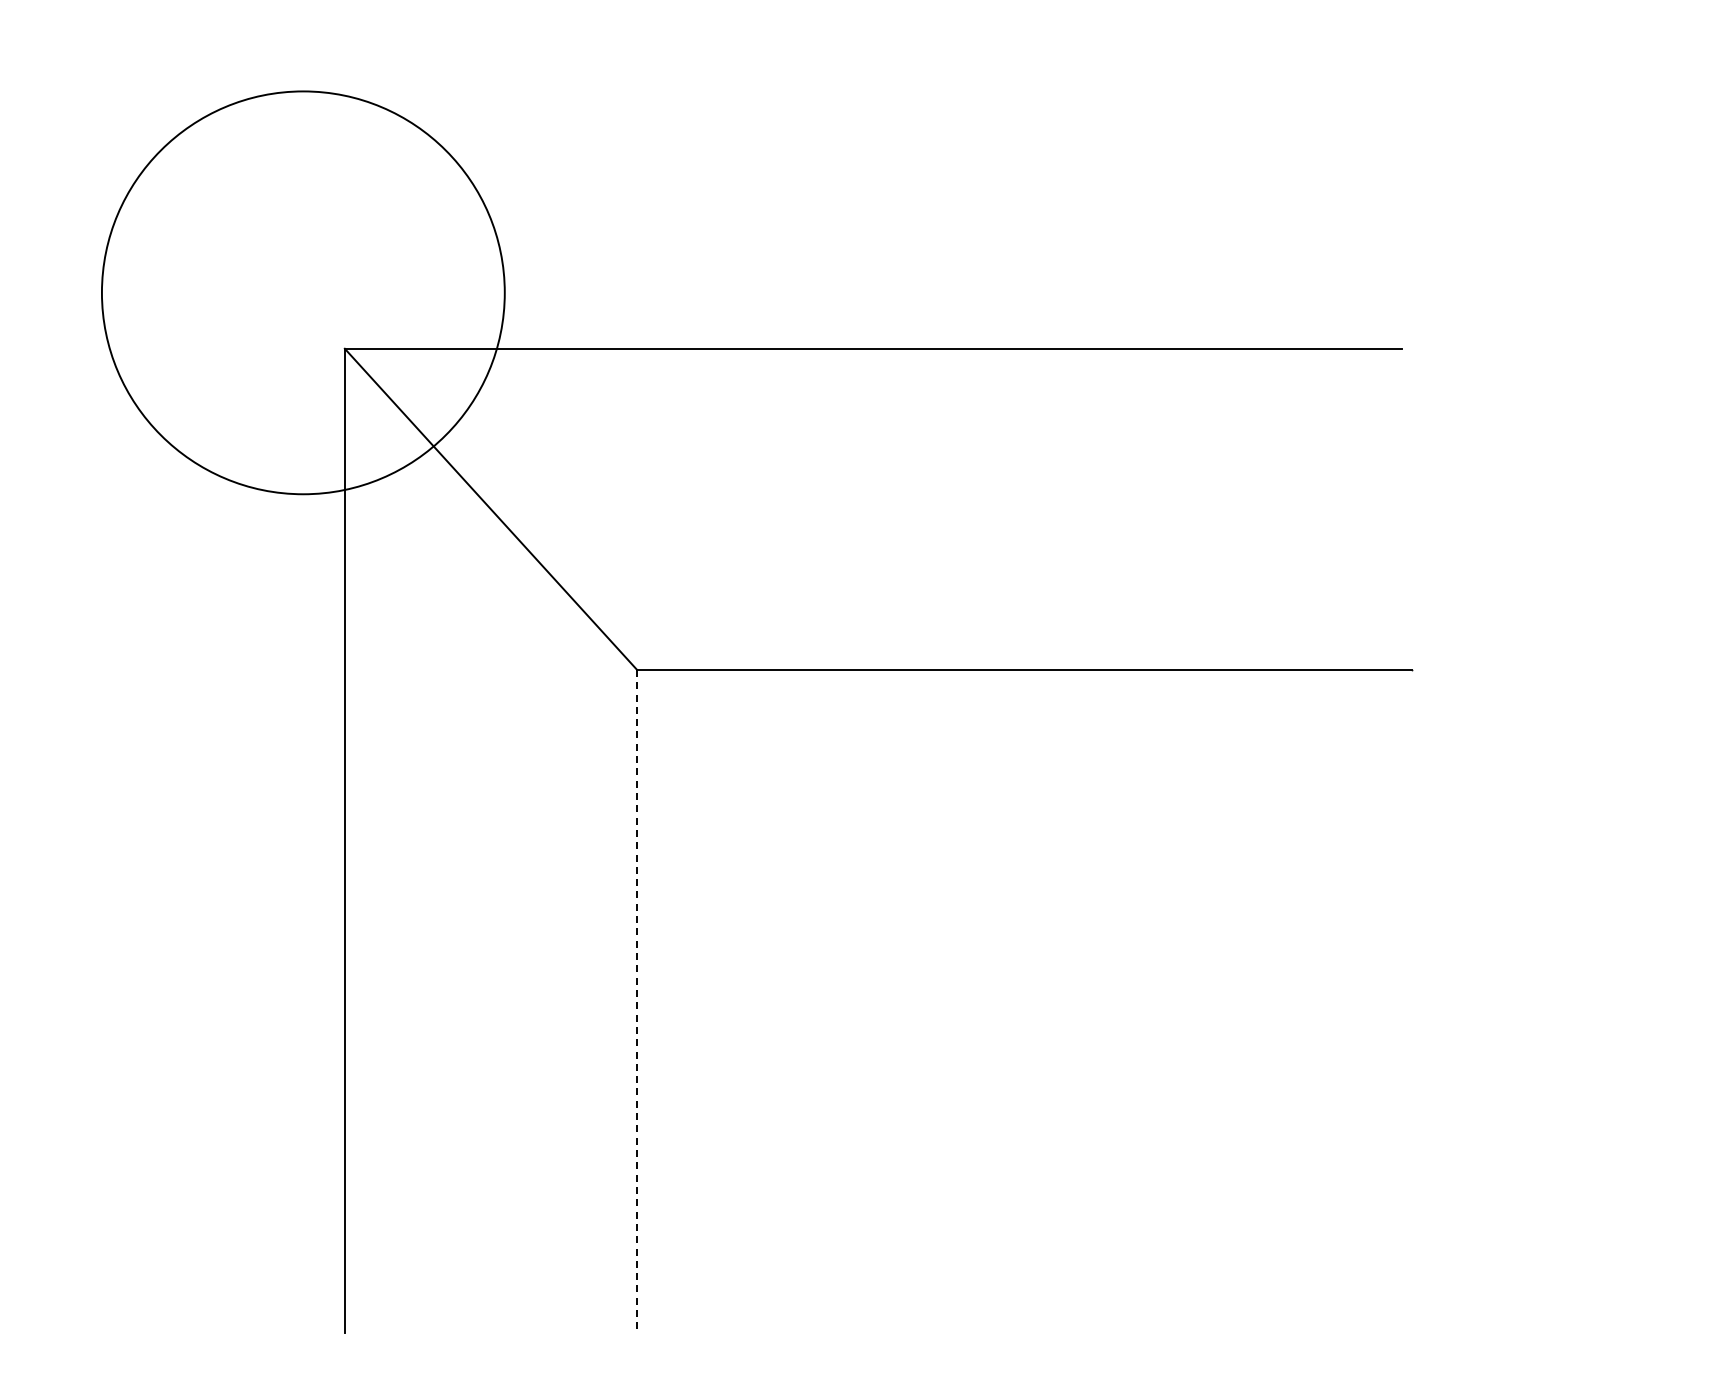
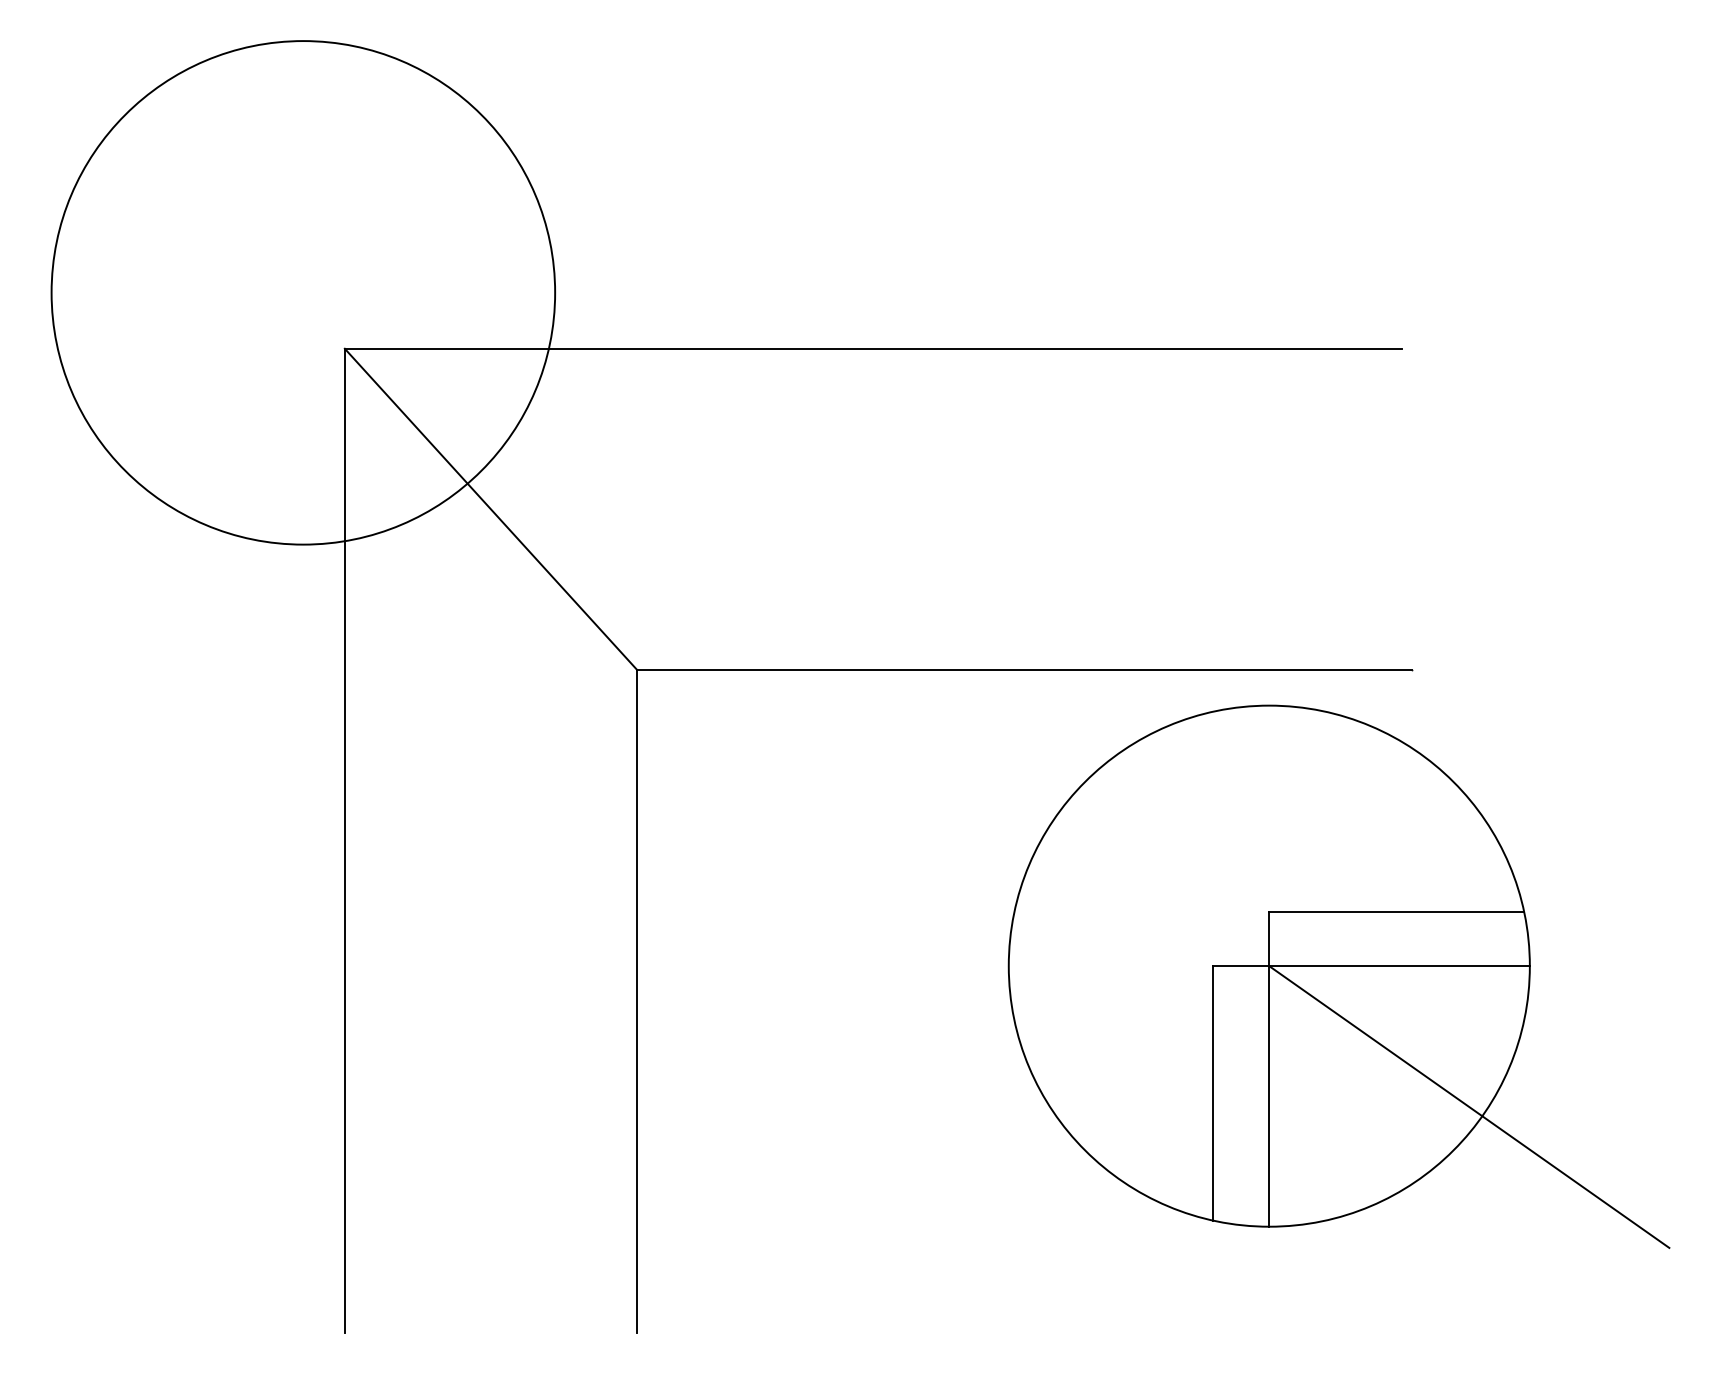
circle at (302, 292) diameter: 403 px -> 504 px
part at (1338, 976): none -> present
line at (637, 1001): dashed -> solid
